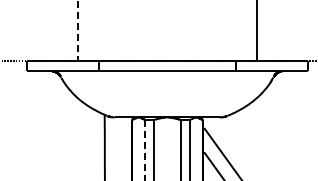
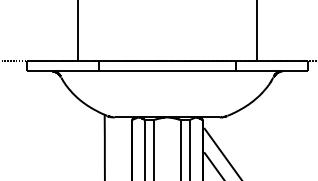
line at (77, 31): dashed -> solid
line at (145, 150): dashed -> solid
